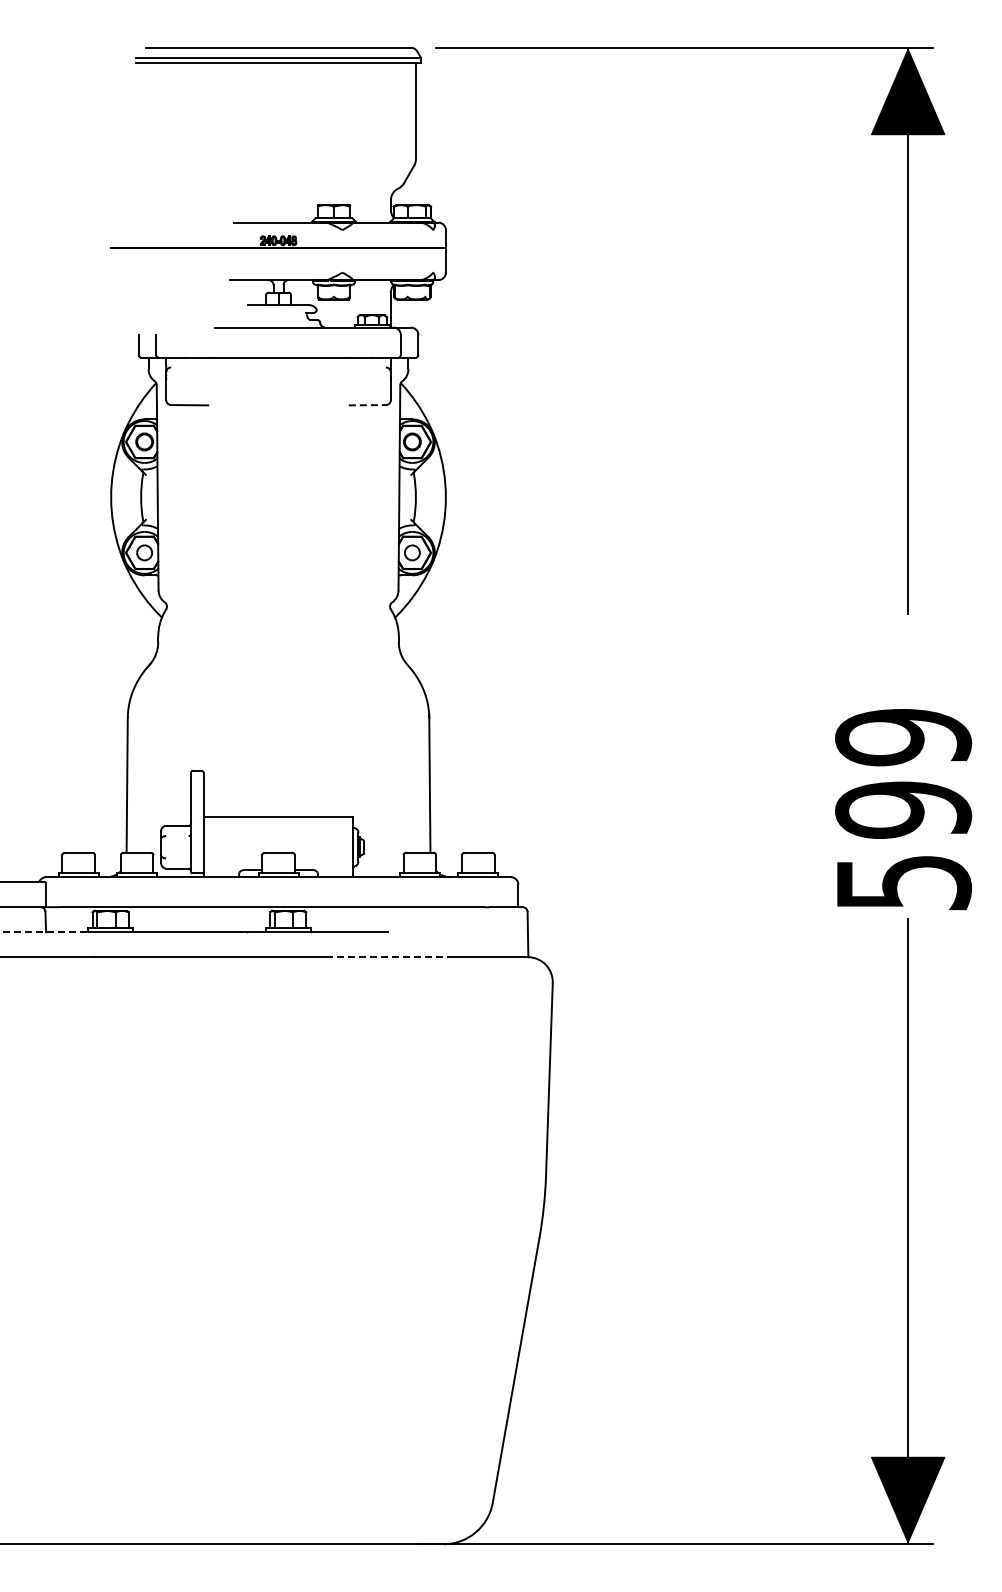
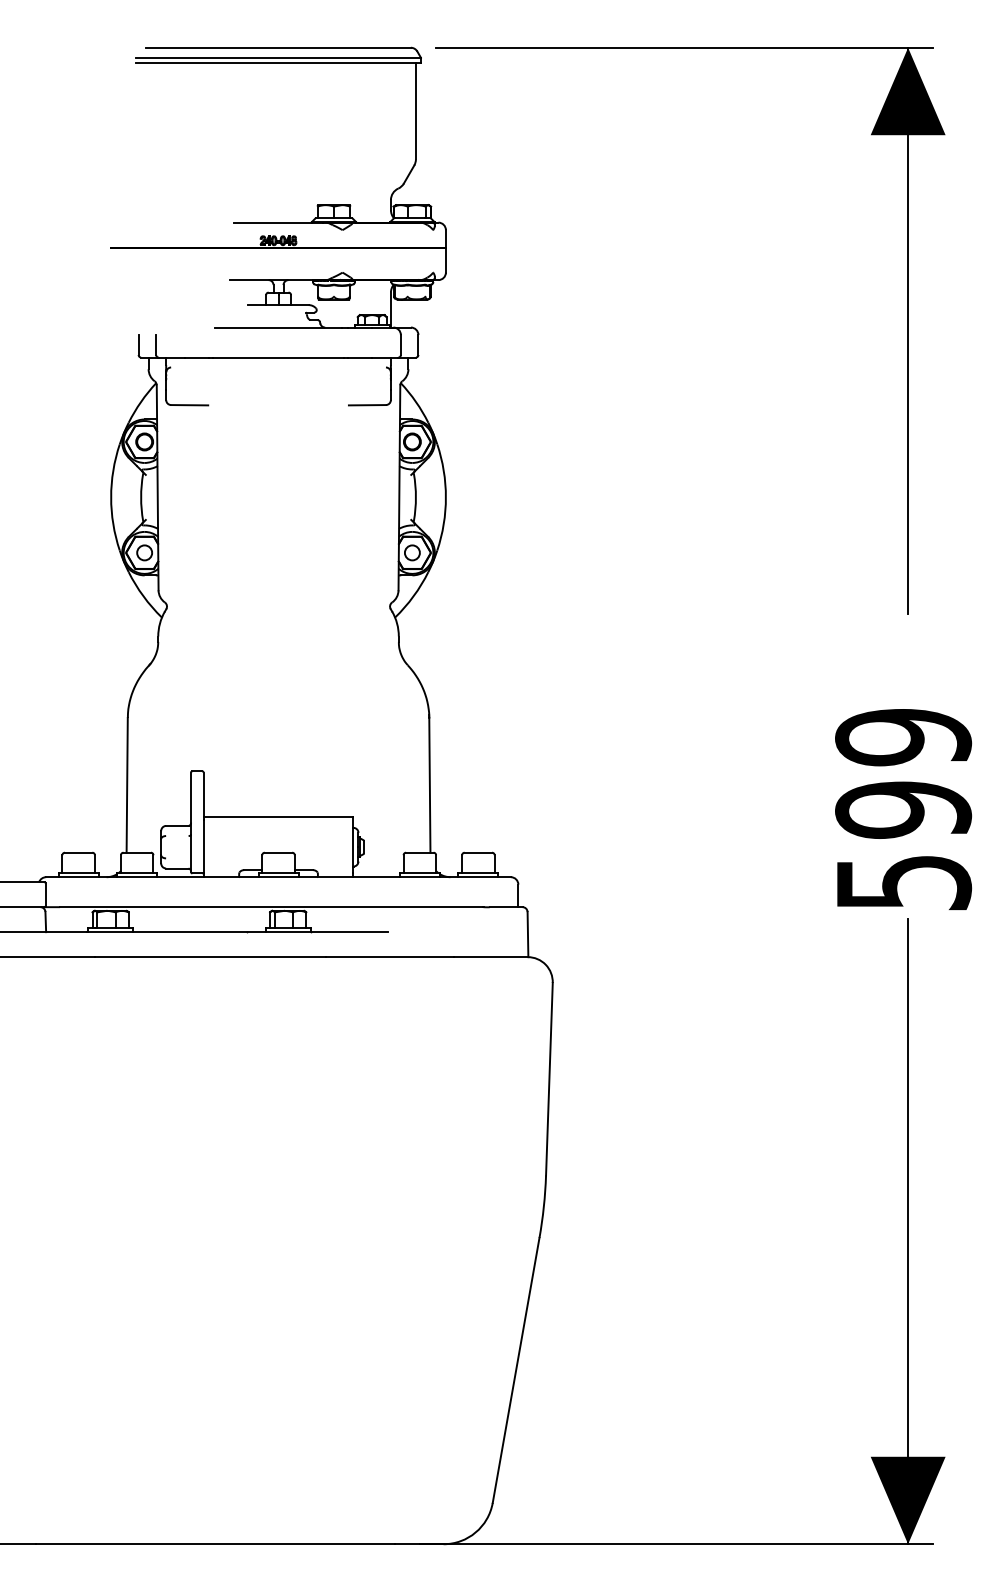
line at (367, 405): dashed -> solid
line at (44, 932): dashed -> solid
line at (390, 957): dashed -> solid
